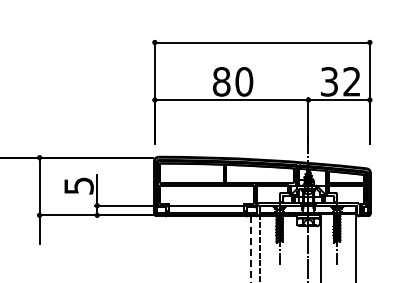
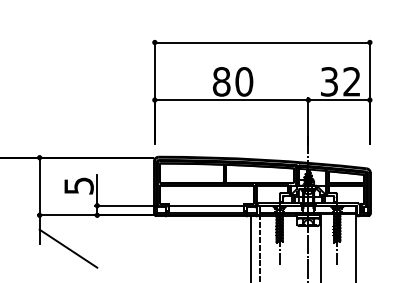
line at (68, 248): none -> present
line at (250, 249): dashed -> solid
